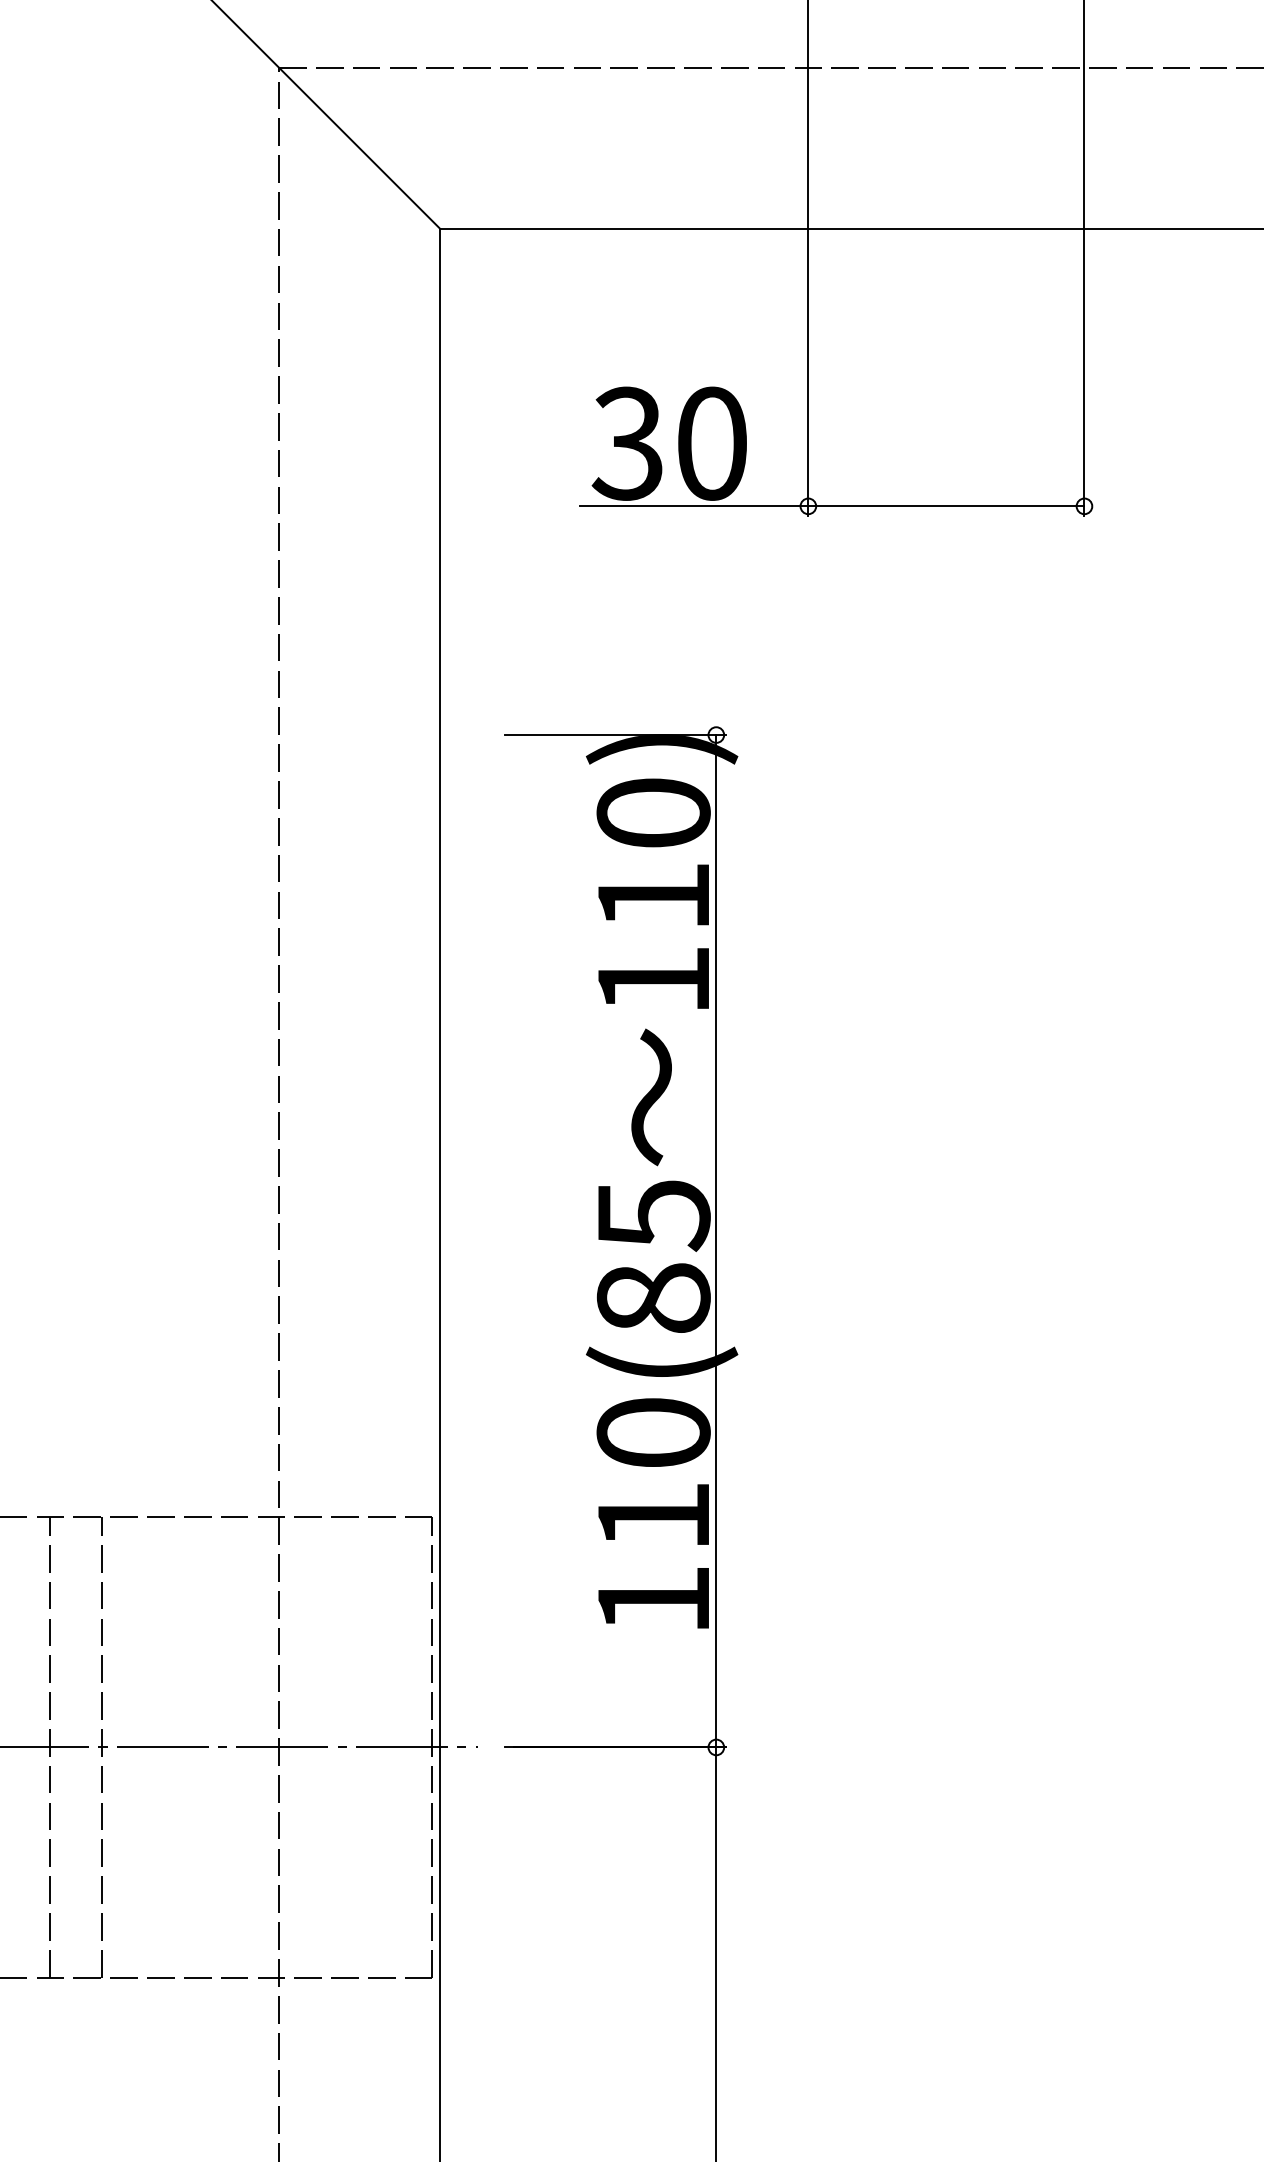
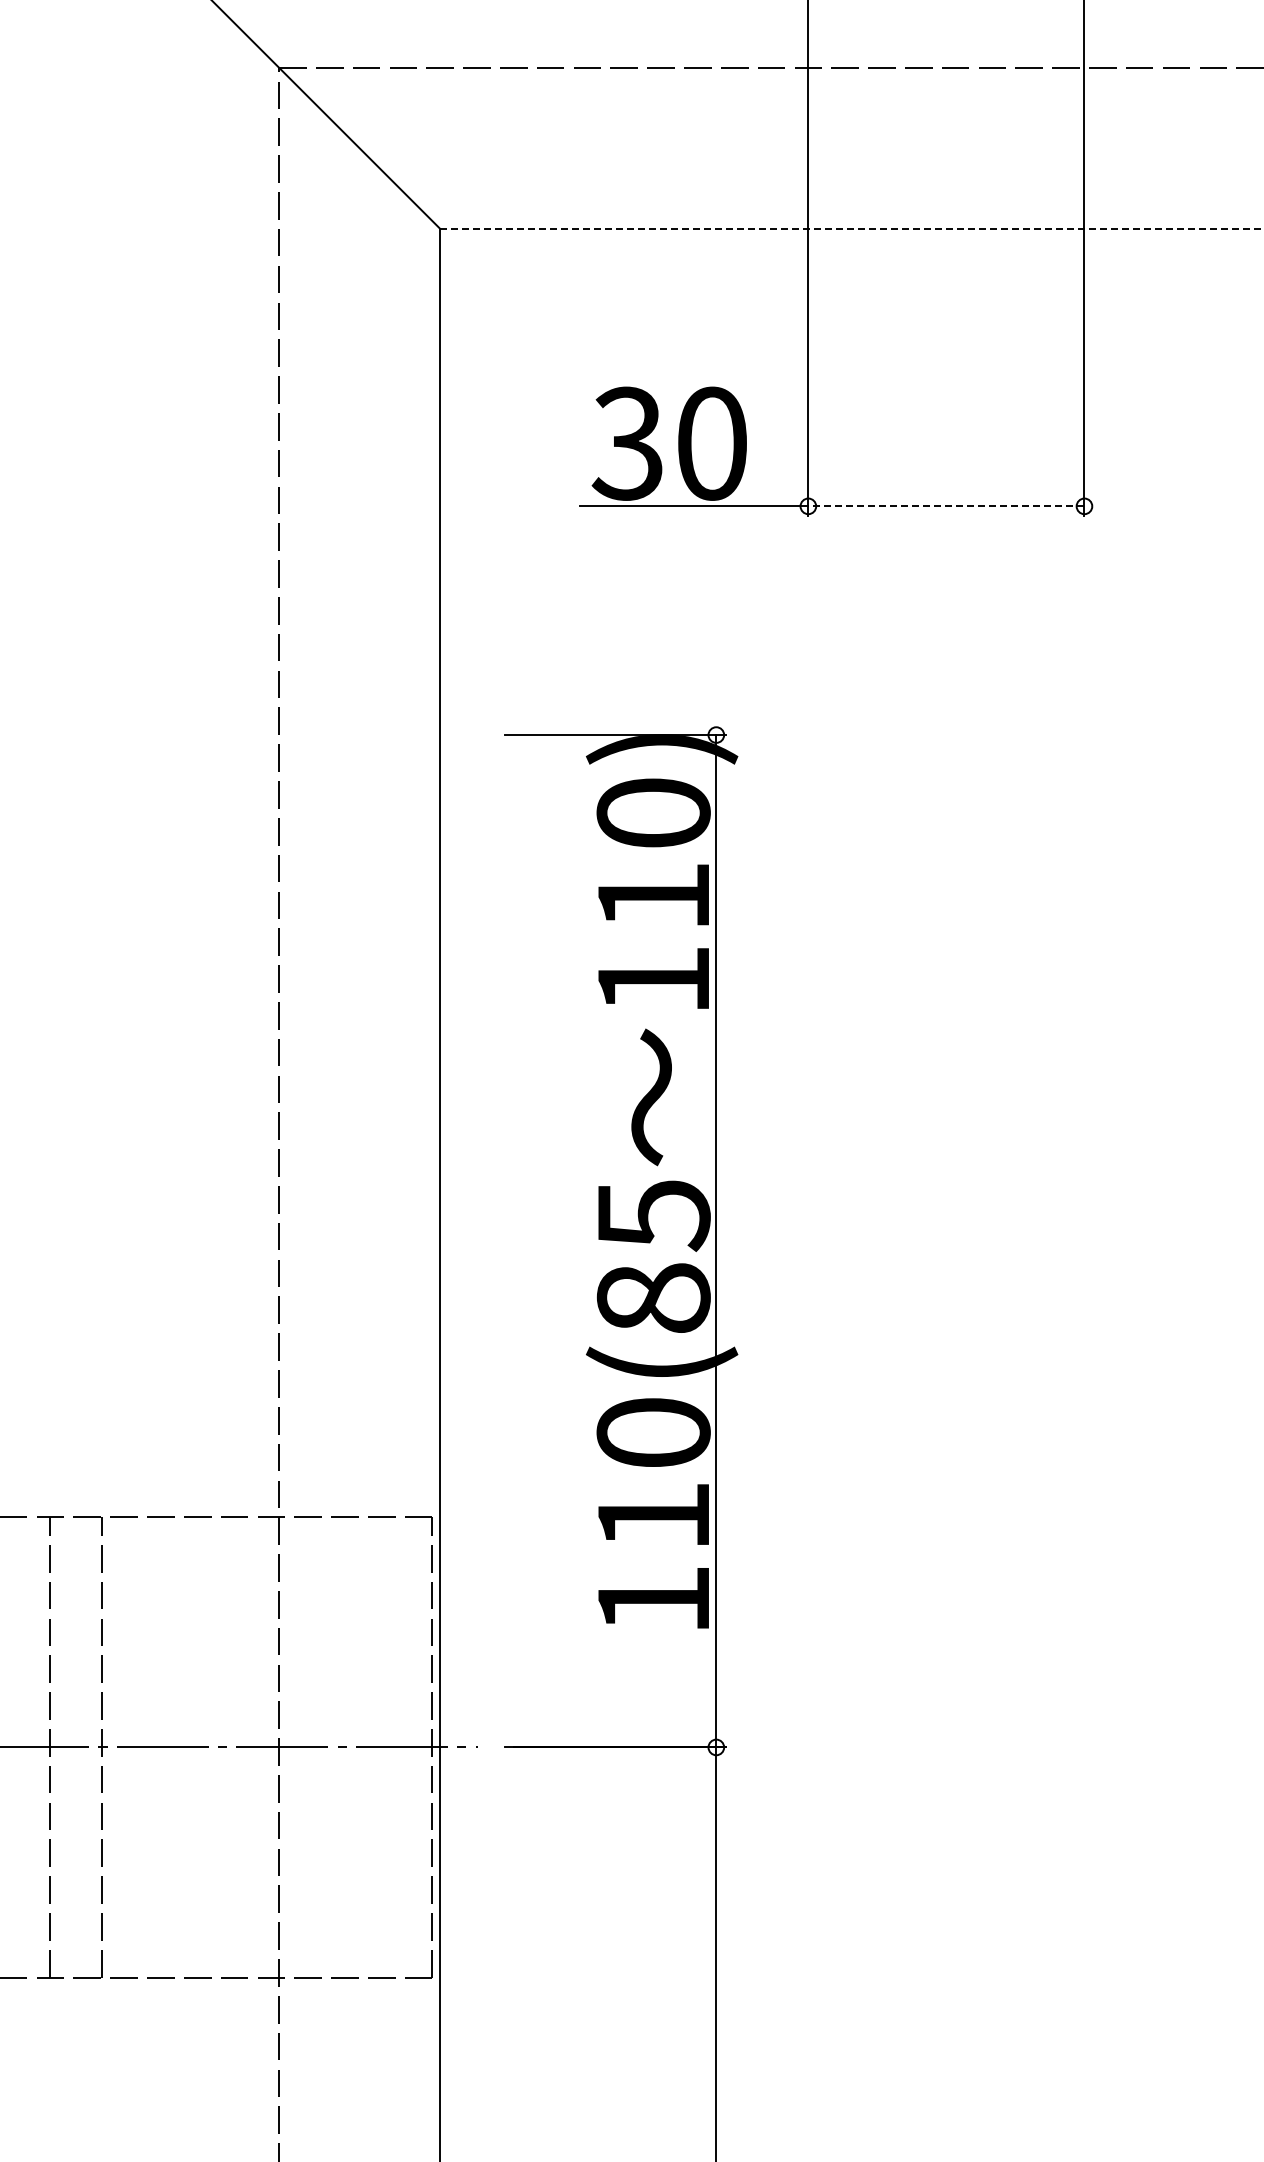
line at (852, 228): solid -> dashed
line at (945, 506): solid -> dashed
